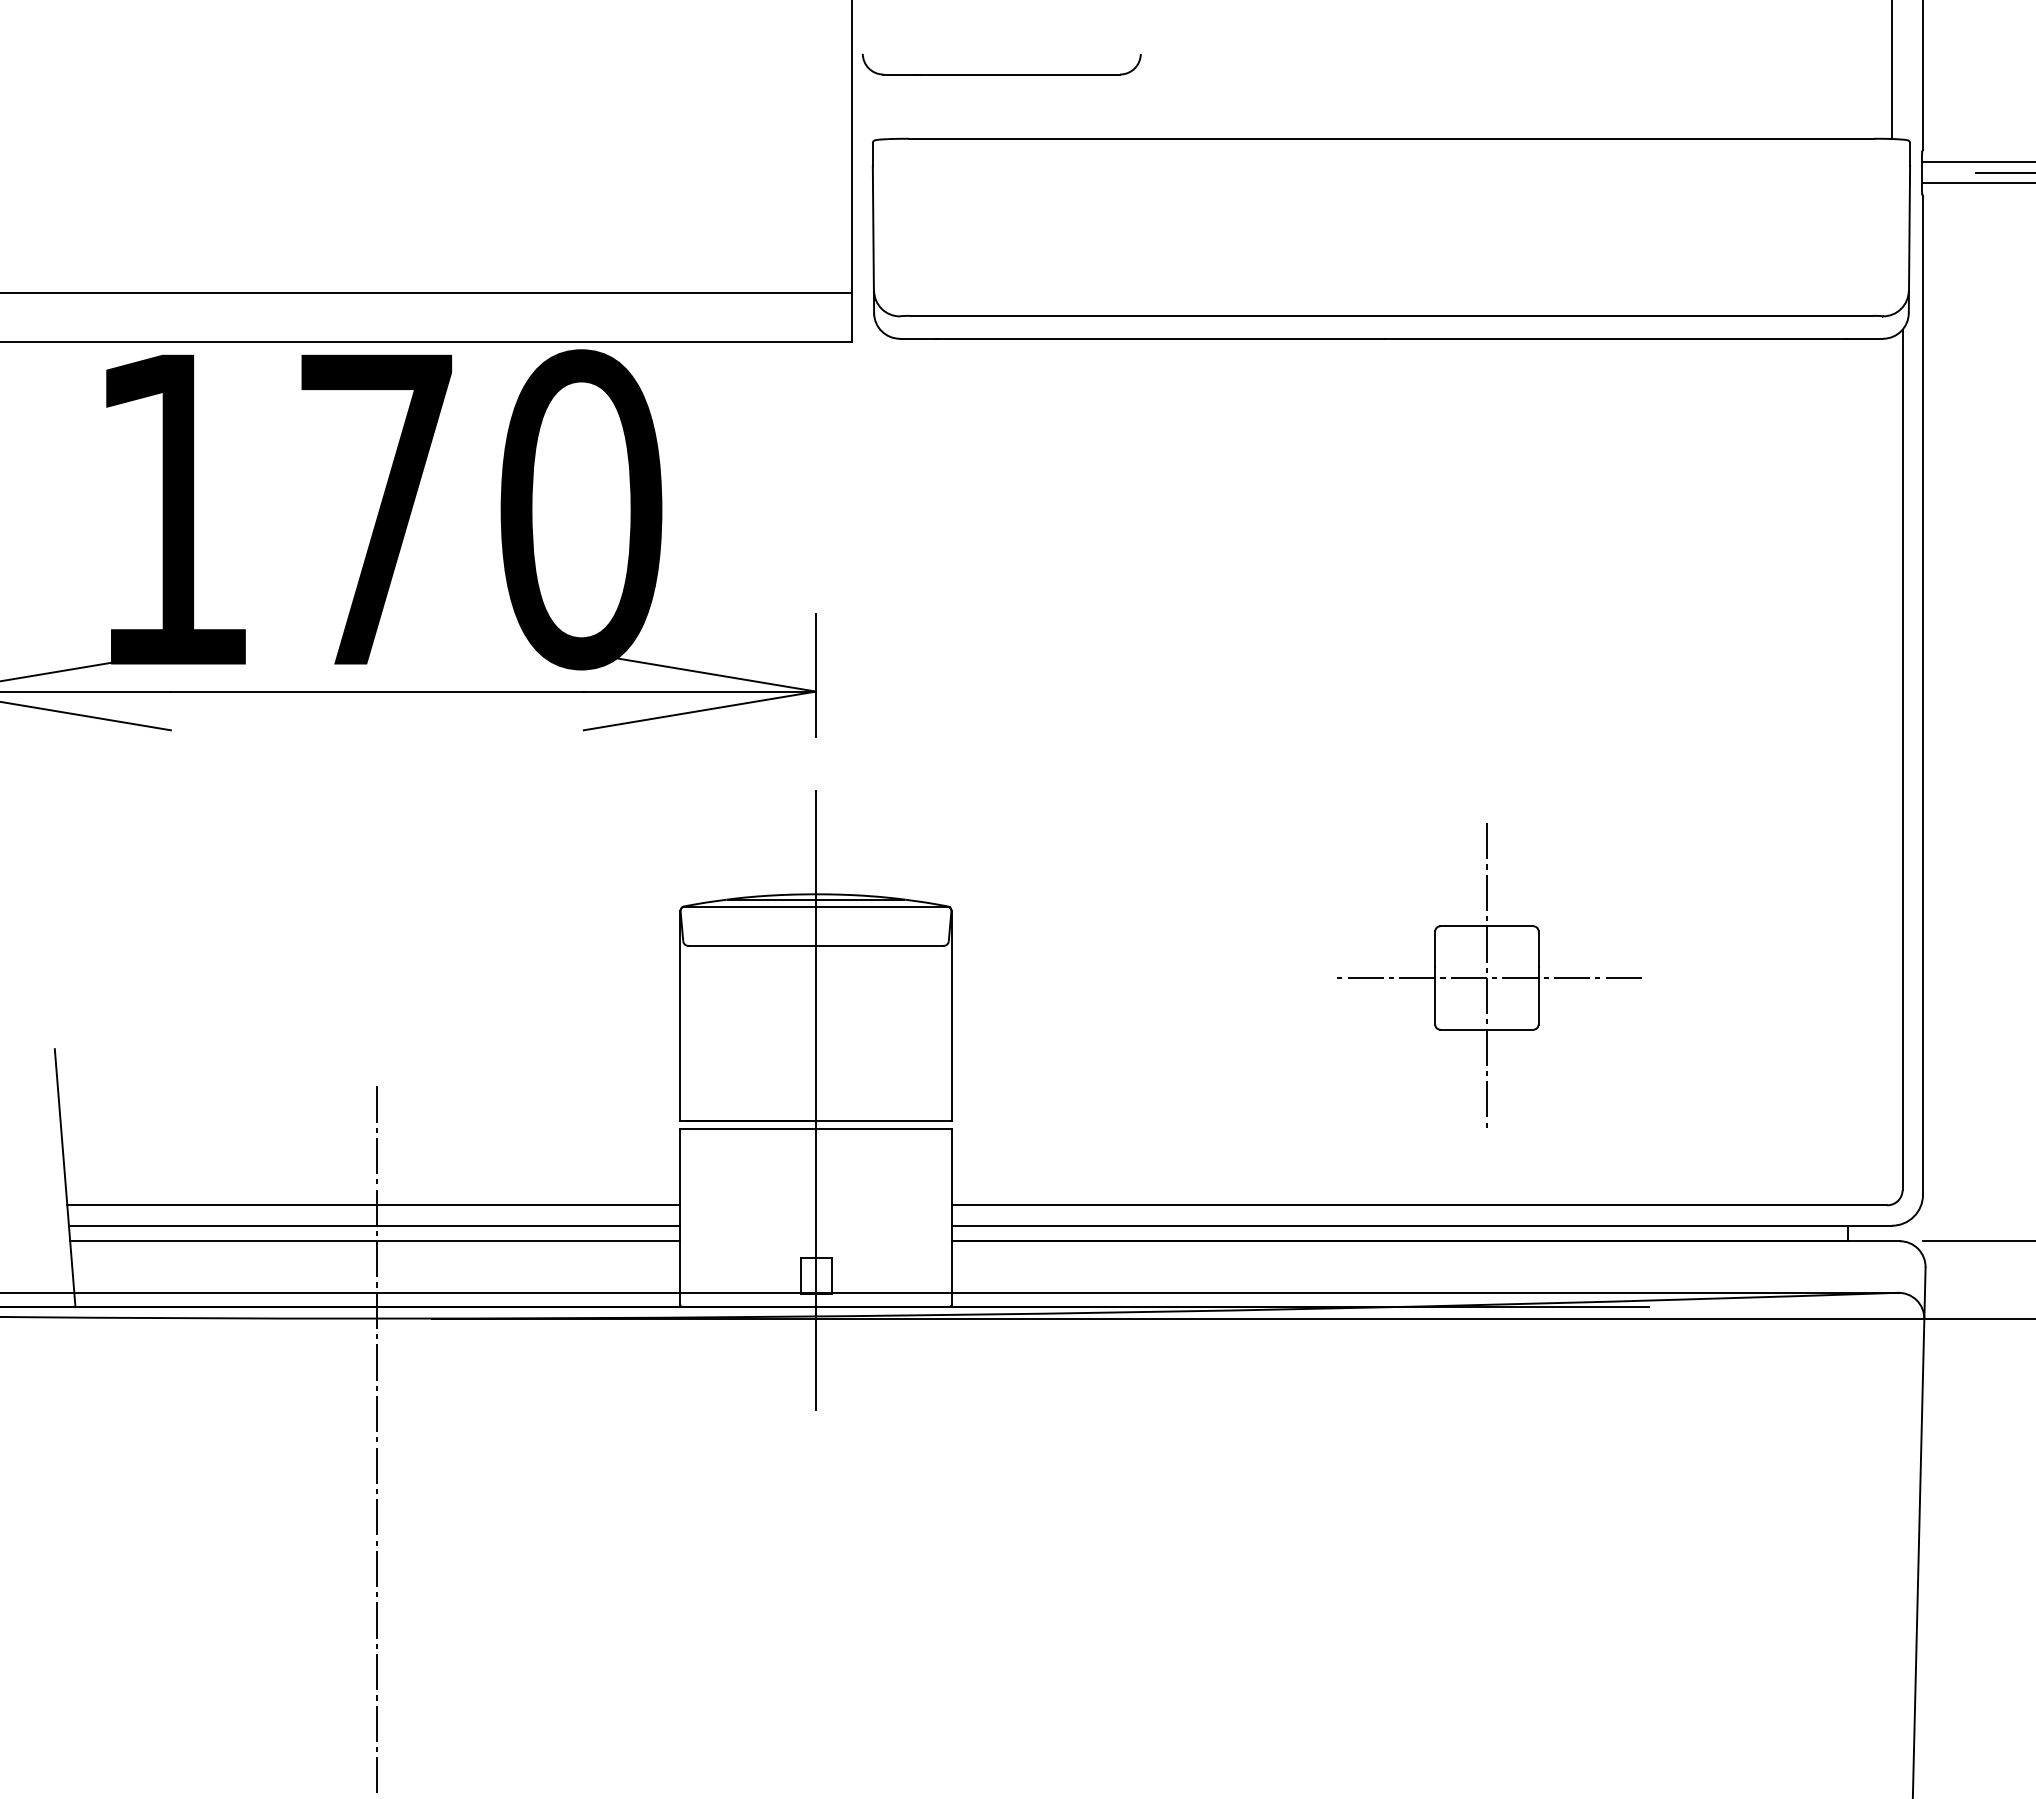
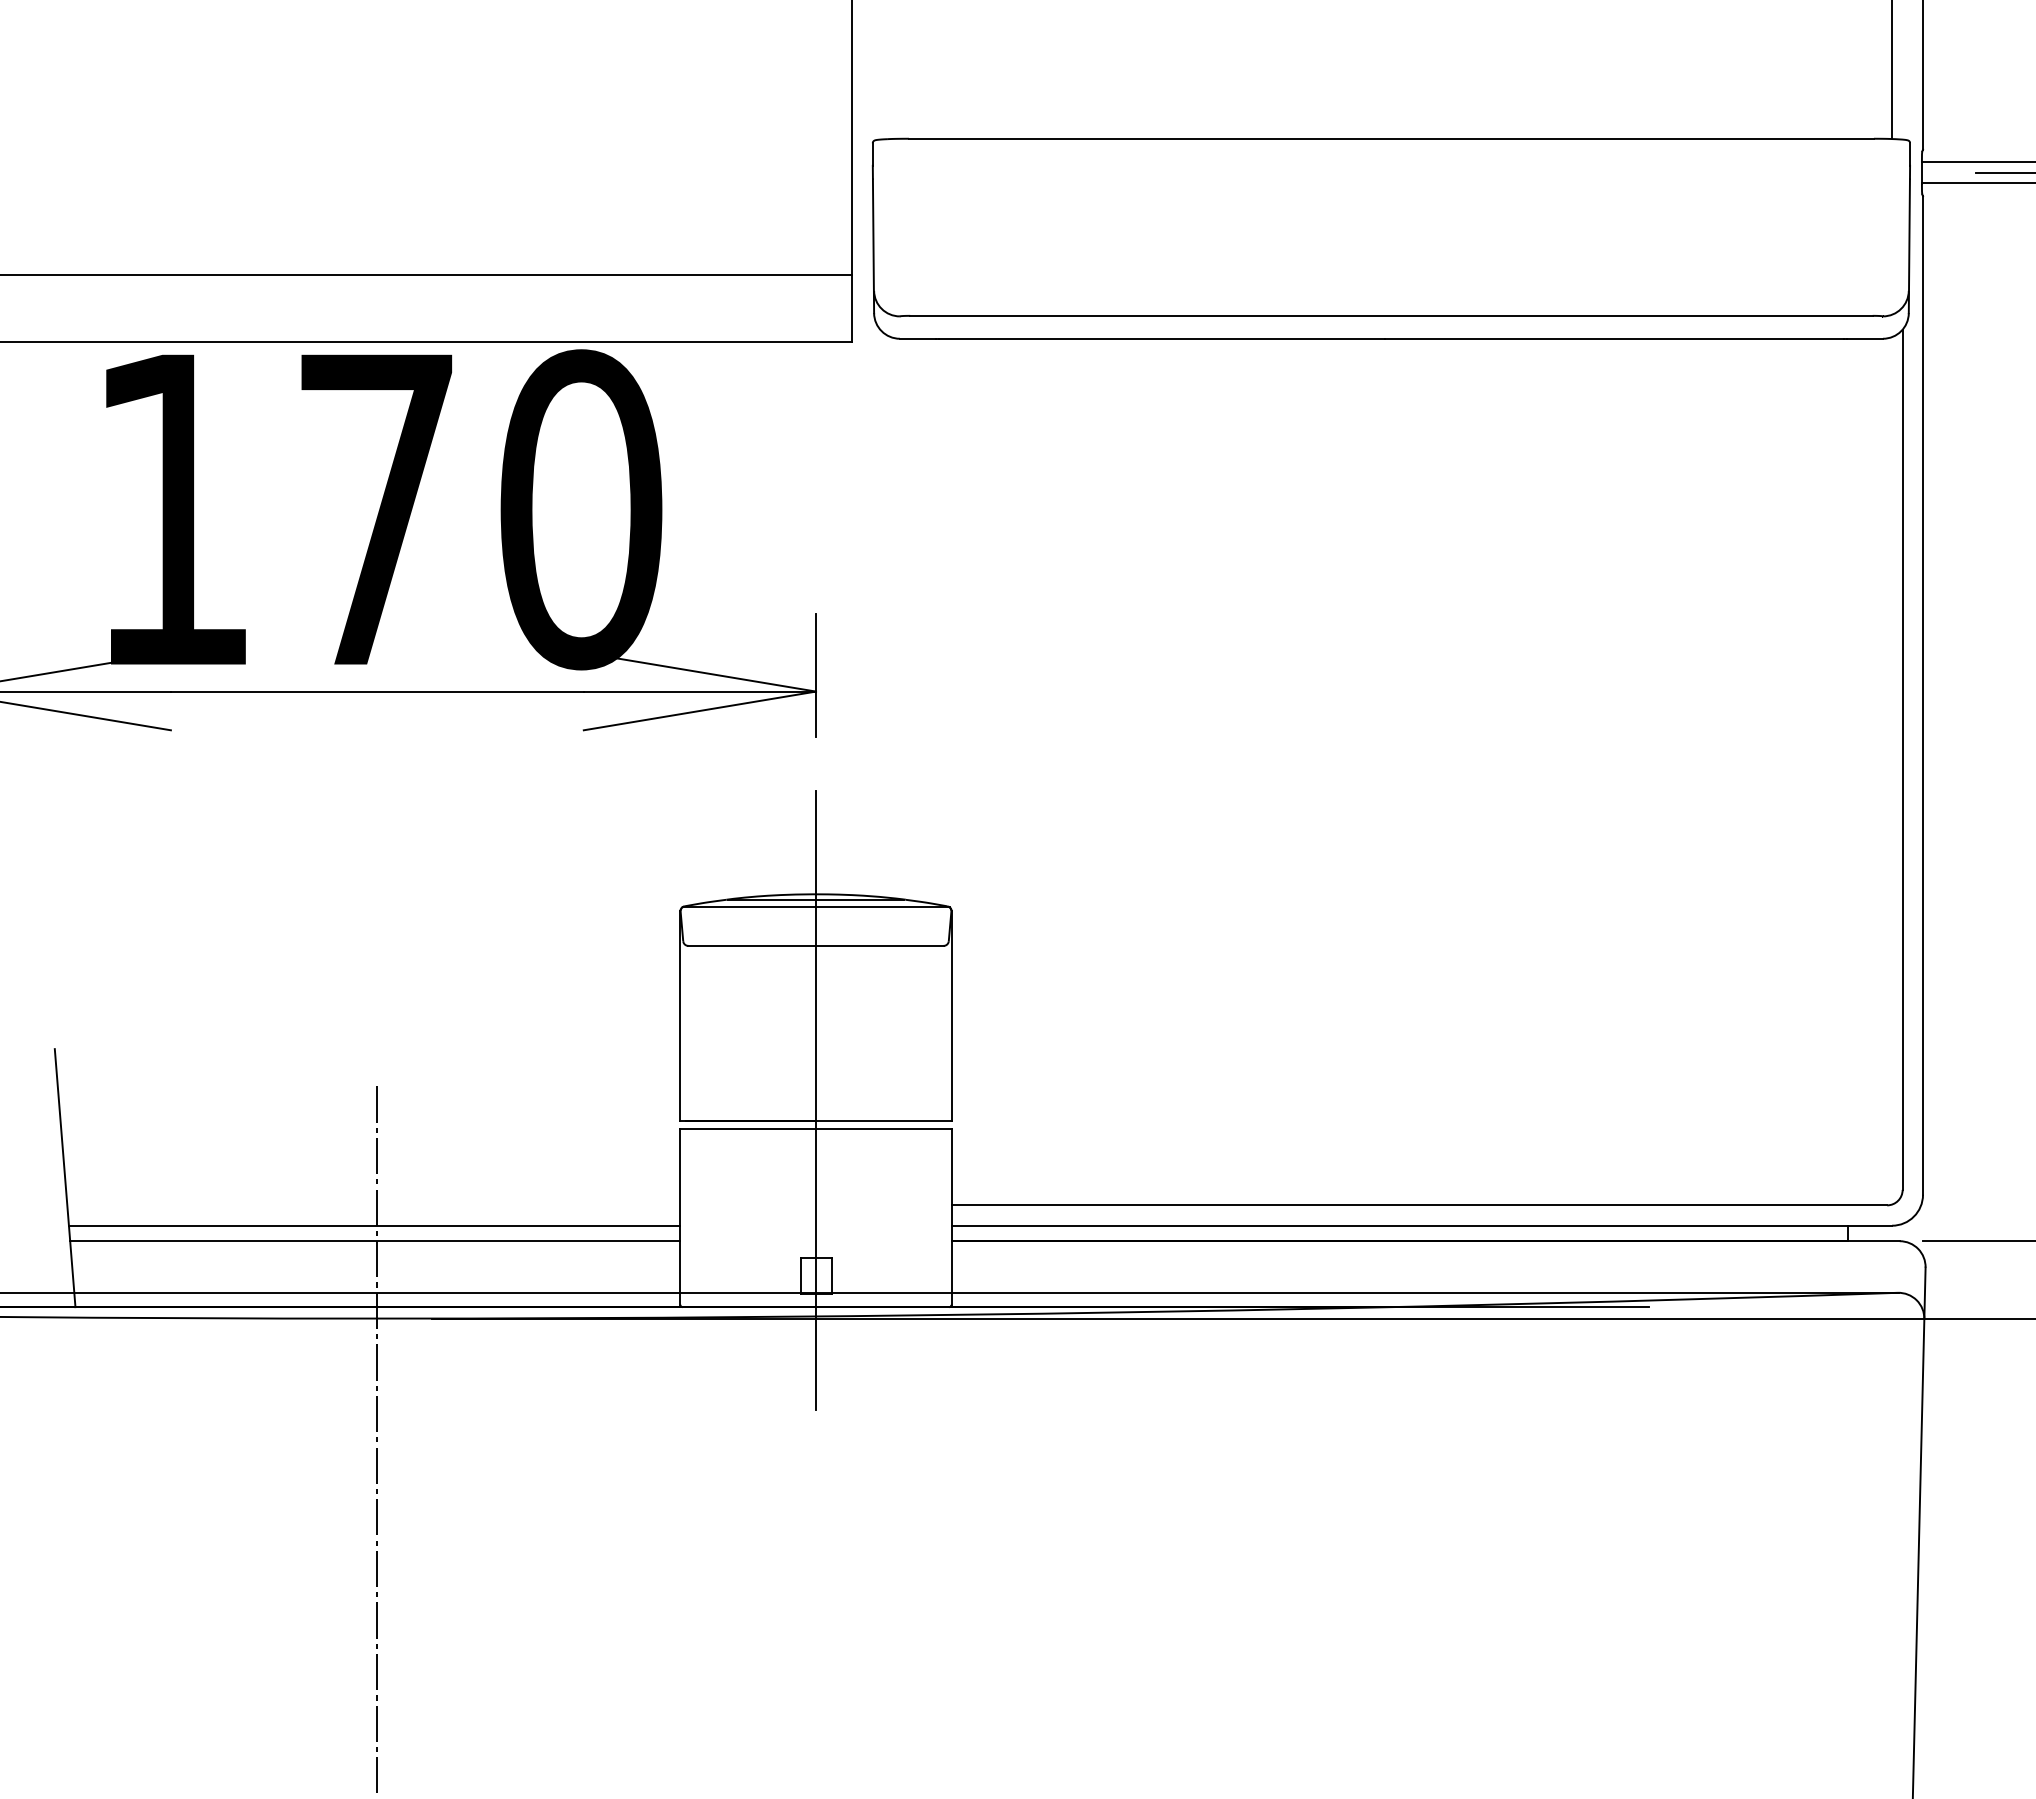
part at (1001, 74): present -> none
line at (427, 292) position: (427, 292) -> (427, 274)
part at (1489, 975): present -> none
line at (373, 1205): present -> none
